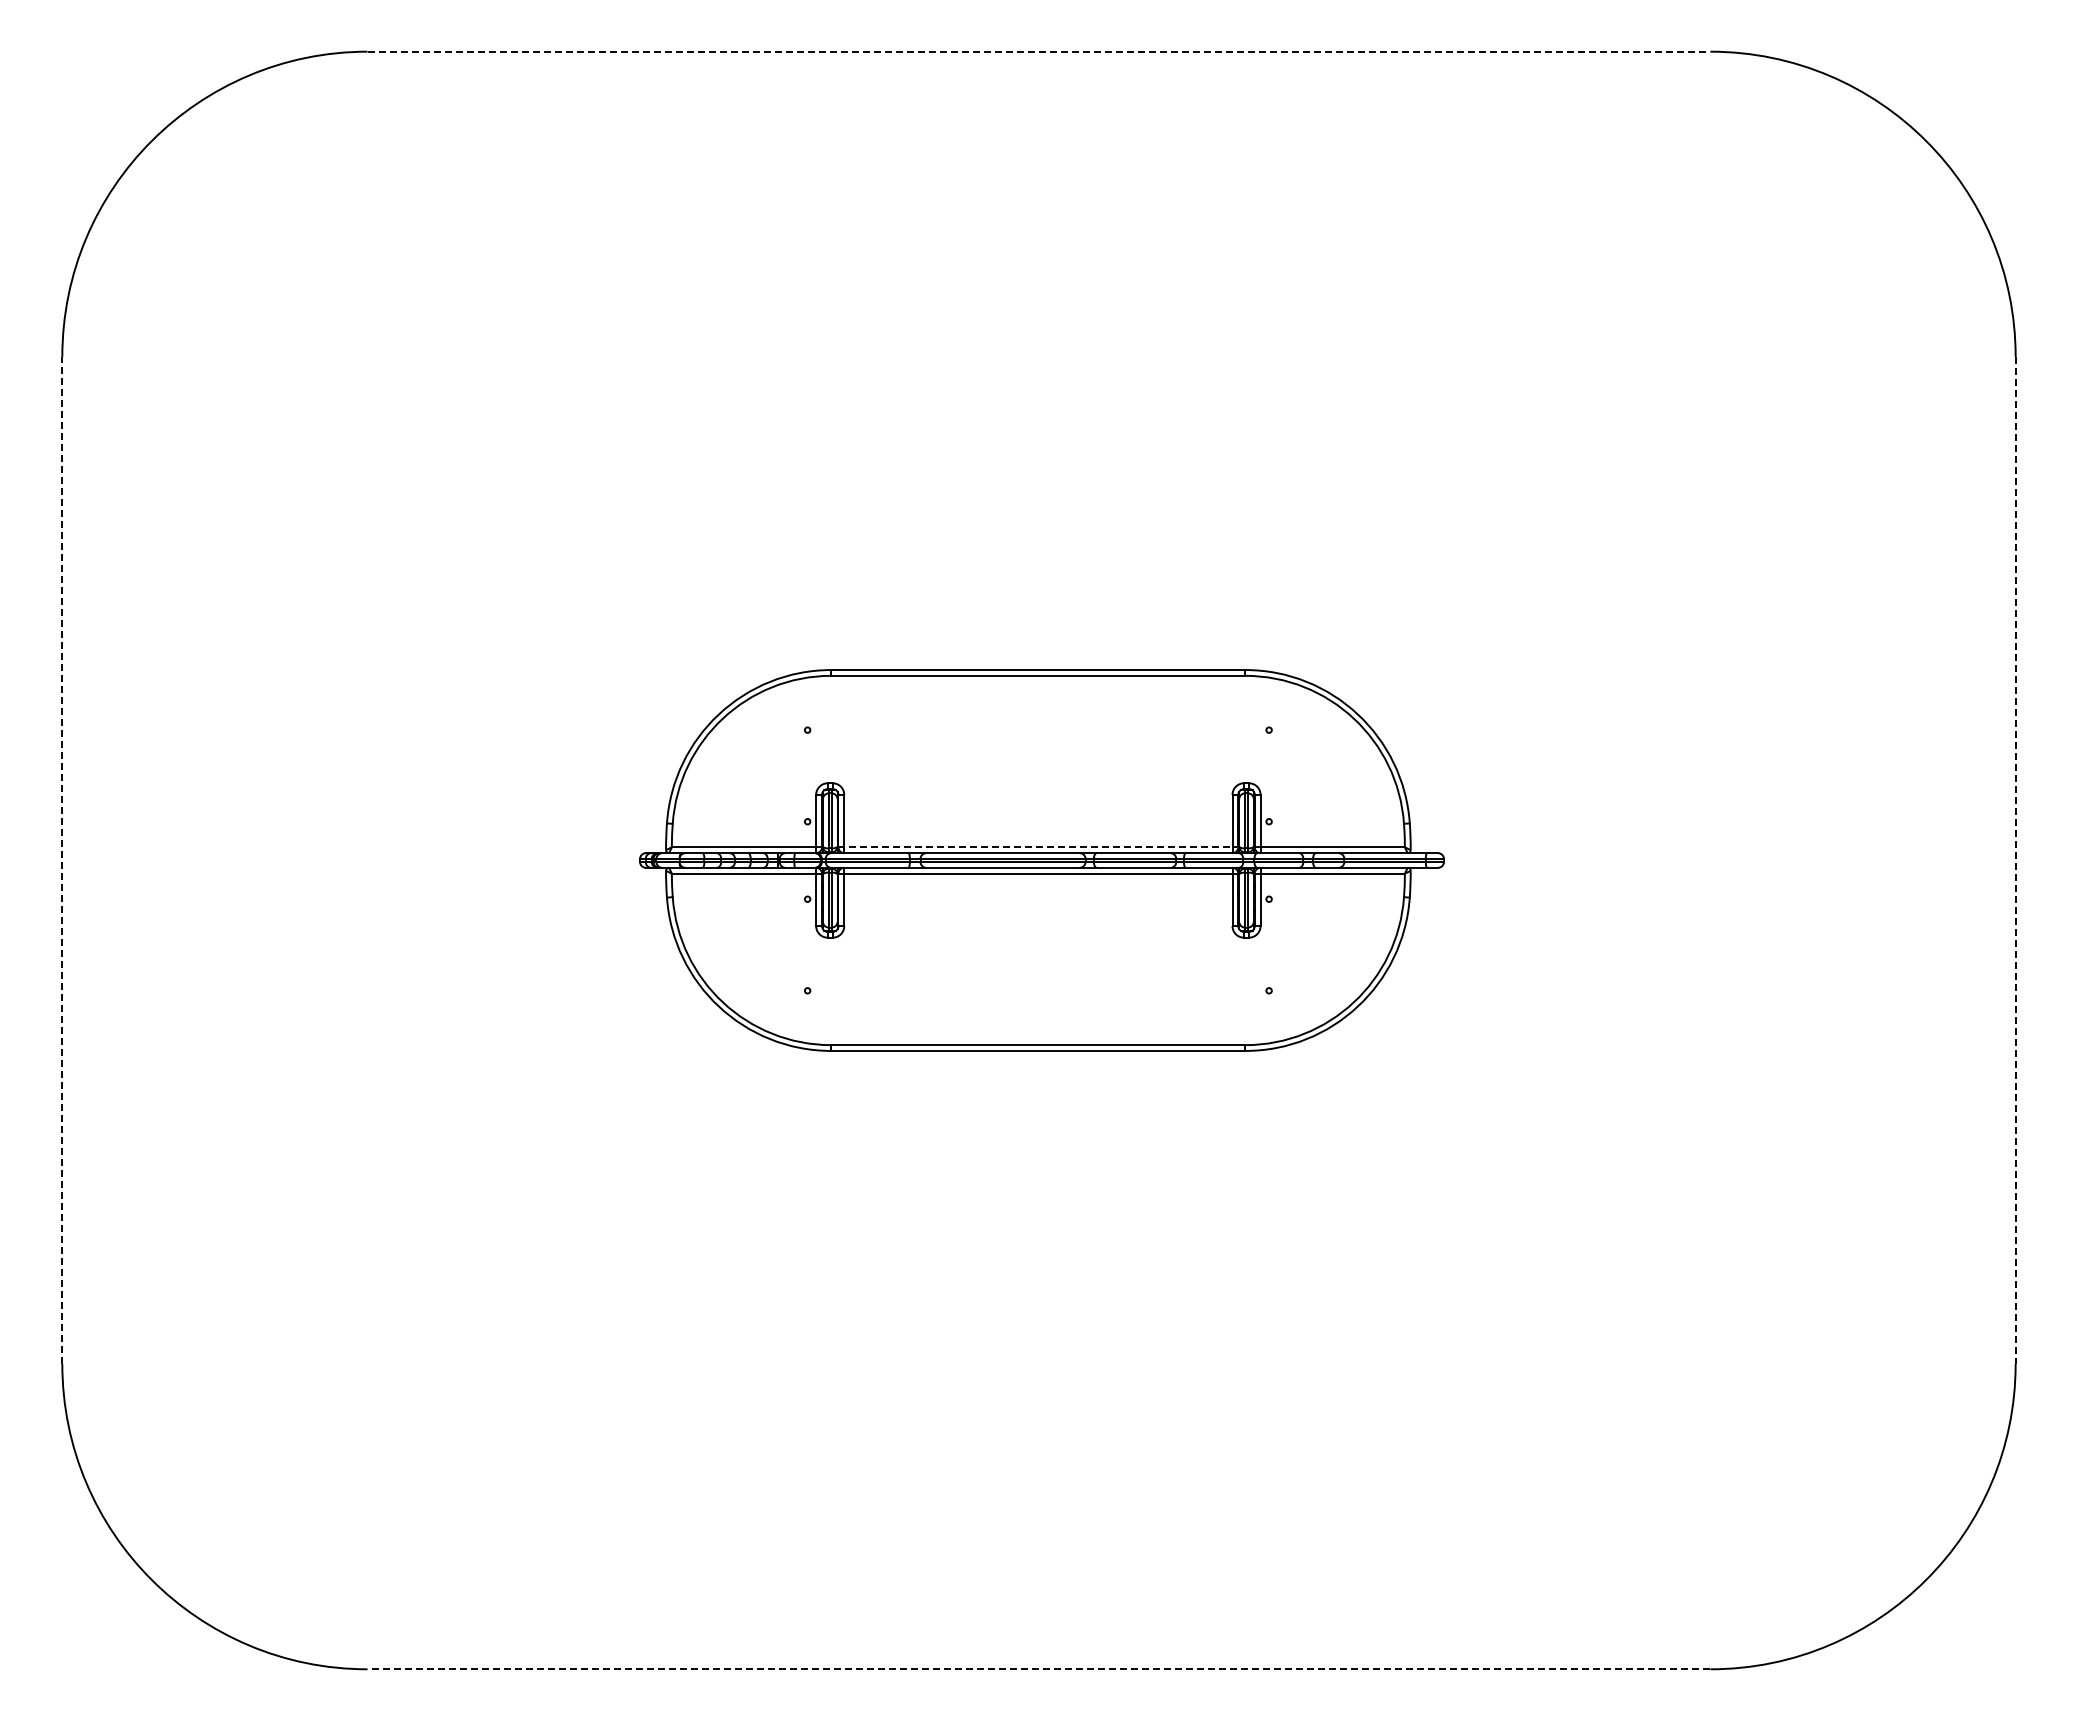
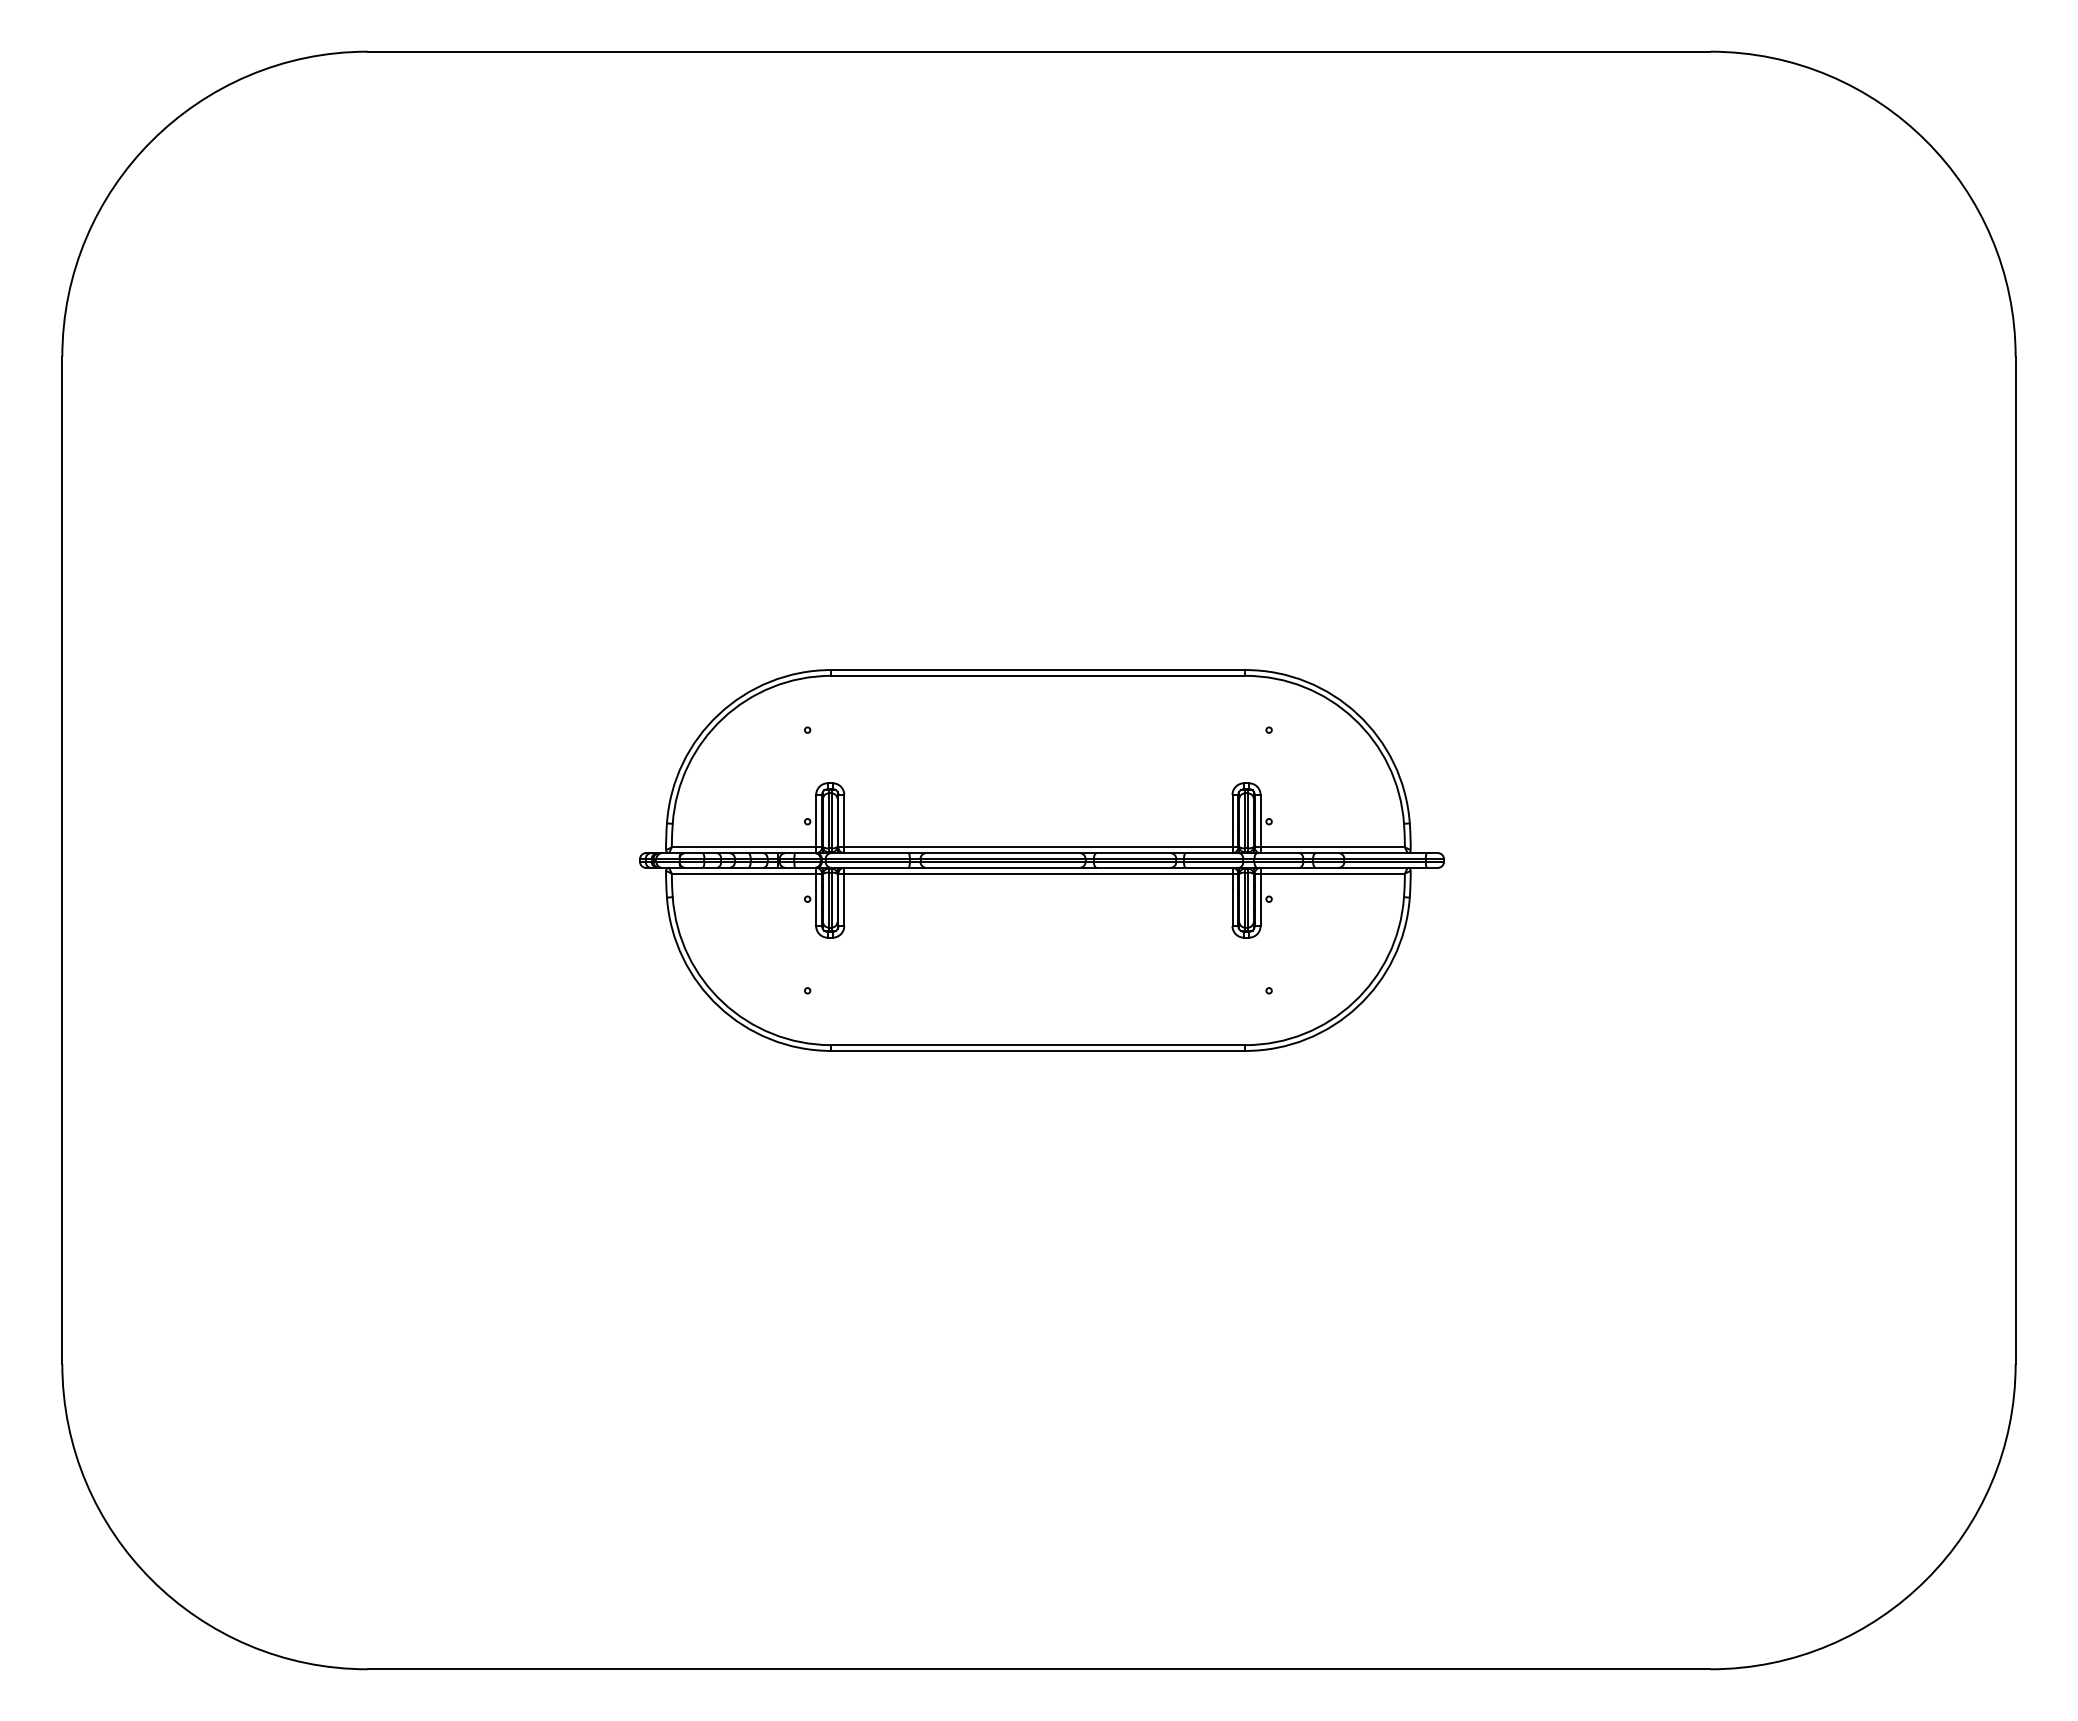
line at (1039, 51): dashed -> solid
line at (1038, 847): dashed -> solid
line at (62, 860): dashed -> solid
line at (2015, 860): dashed -> solid
line at (1038, 1669): dashed -> solid
